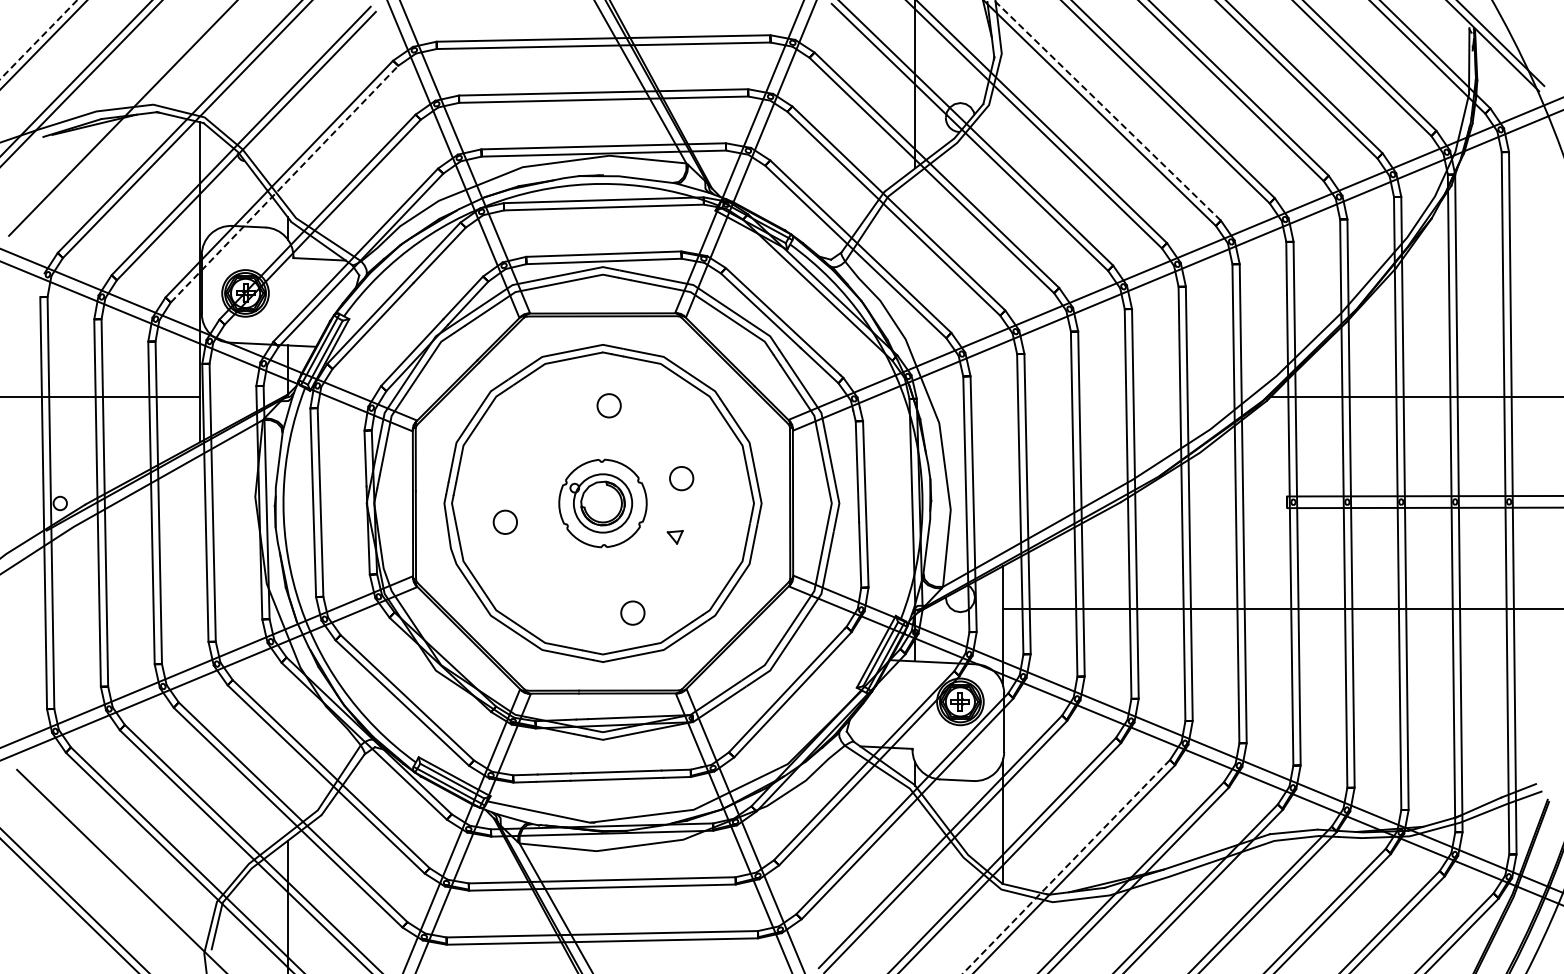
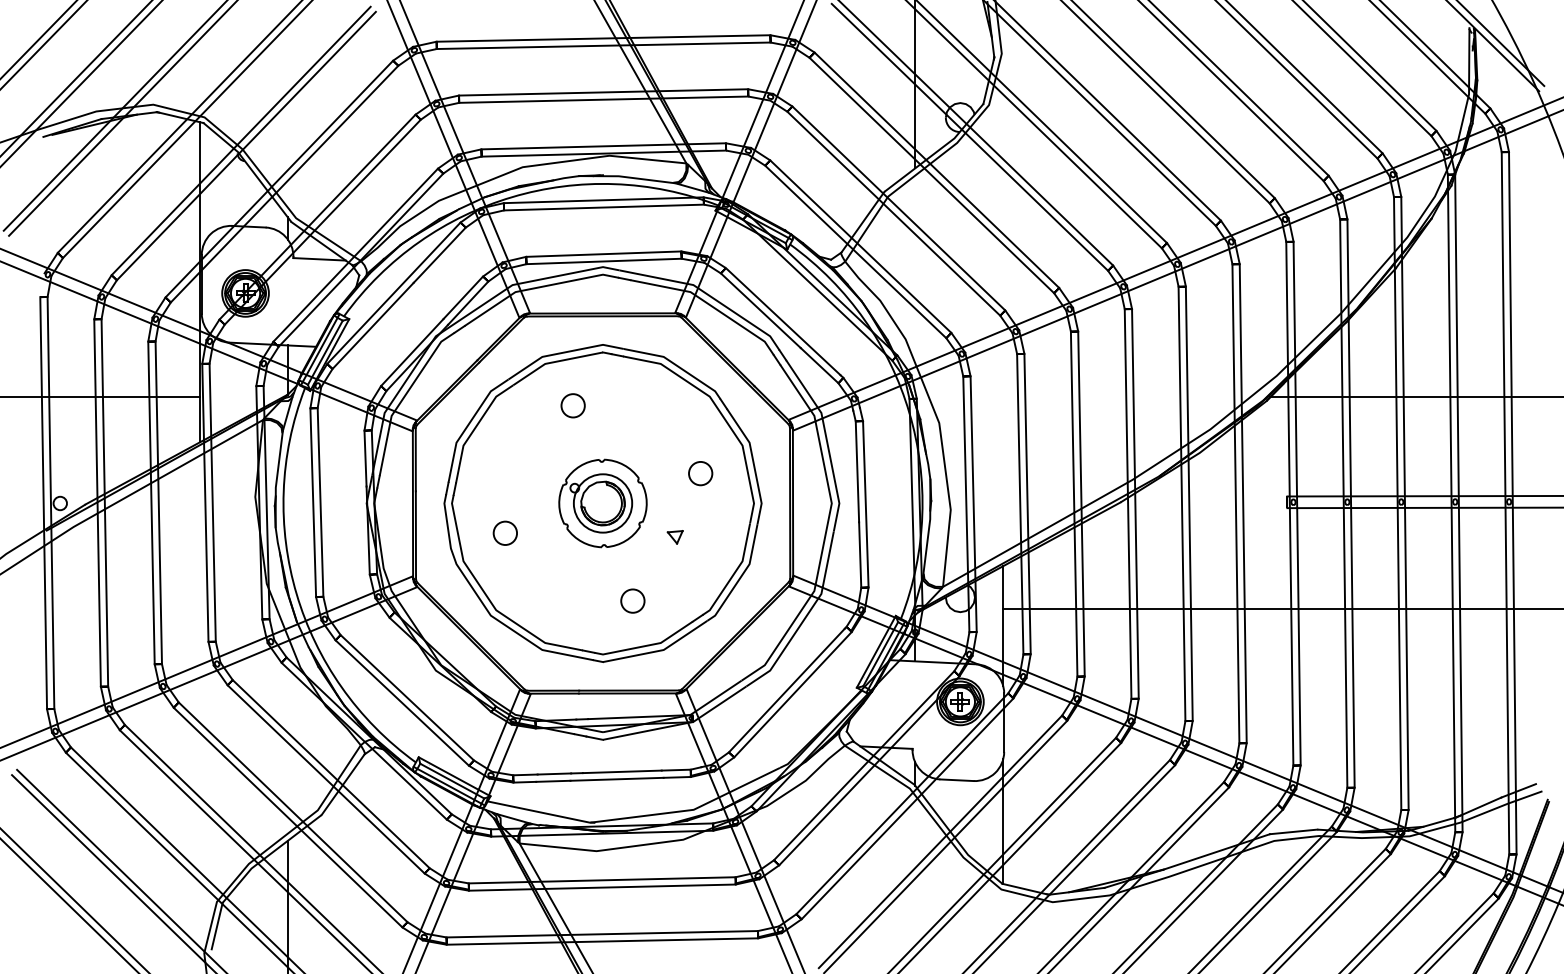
line at (38, 39): dashed -> solid
line at (1107, 110): dashed -> solid
line at (114, 116): none -> present
line at (284, 183): dashed -> solid
circle at (608, 405) position: (608, 405) -> (572, 405)
circle at (681, 478) position: (681, 478) -> (700, 473)
circle at (504, 521) position: (504, 521) -> (504, 532)
circle at (632, 612) position: (632, 612) -> (632, 600)
line at (1066, 867): dashed -> solid
line at (112, 872): none -> present
